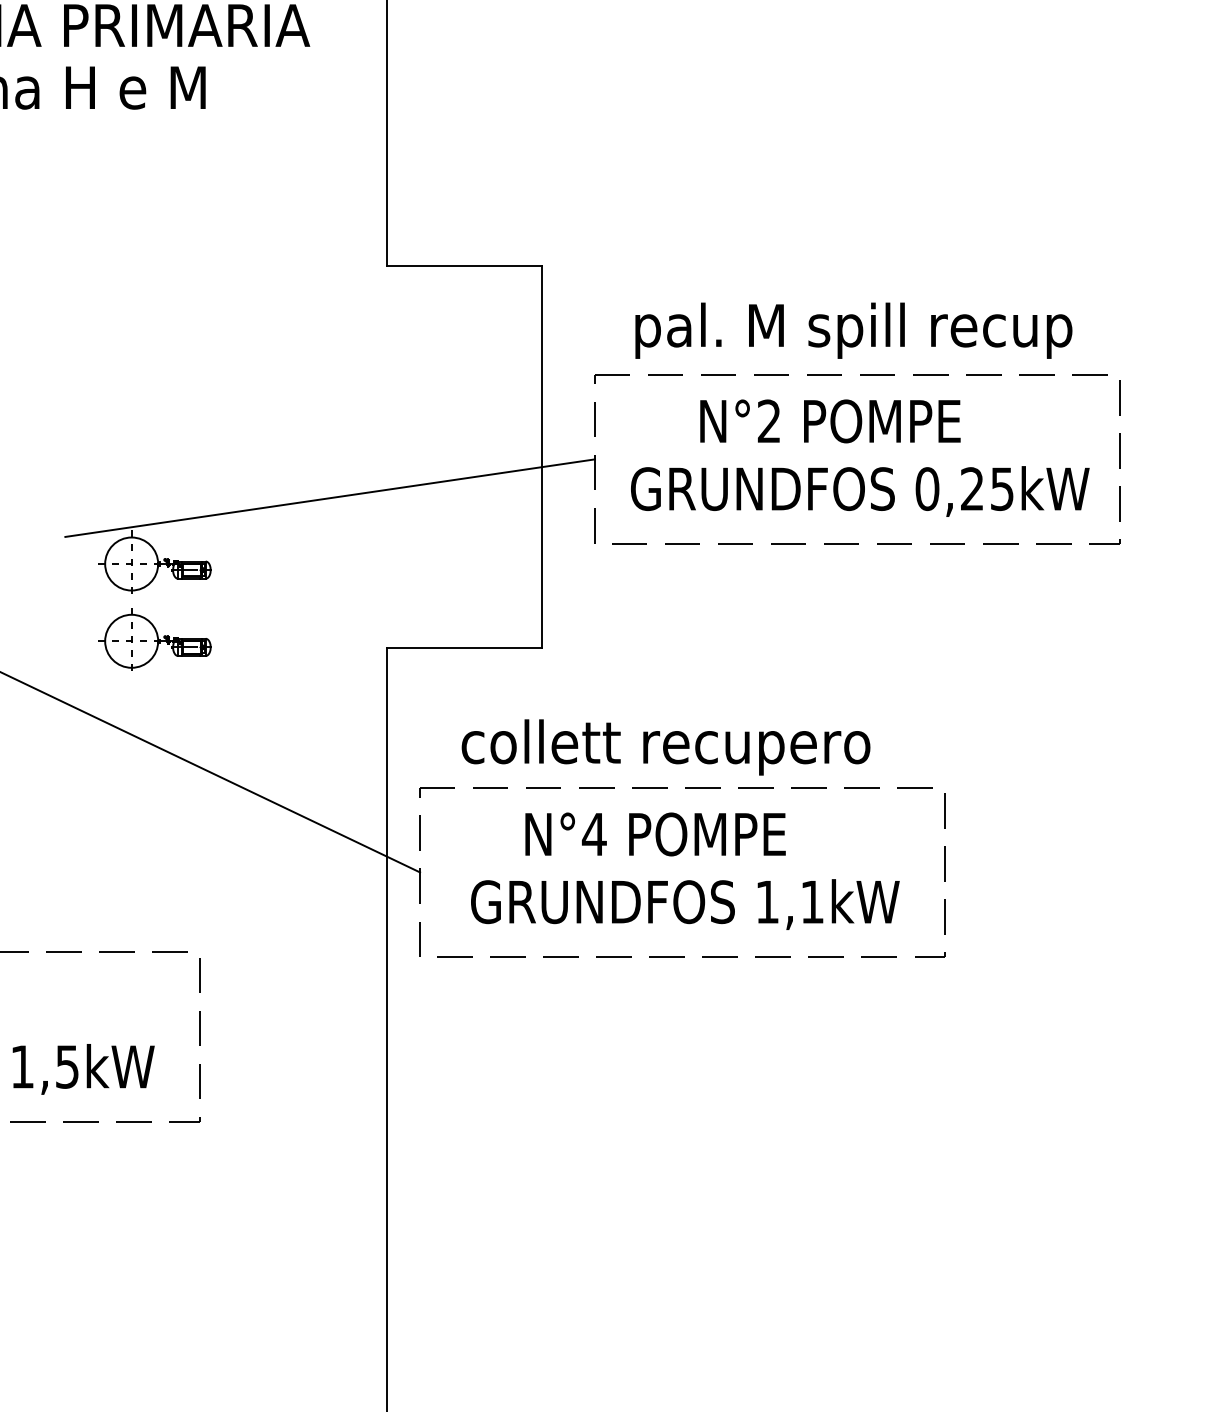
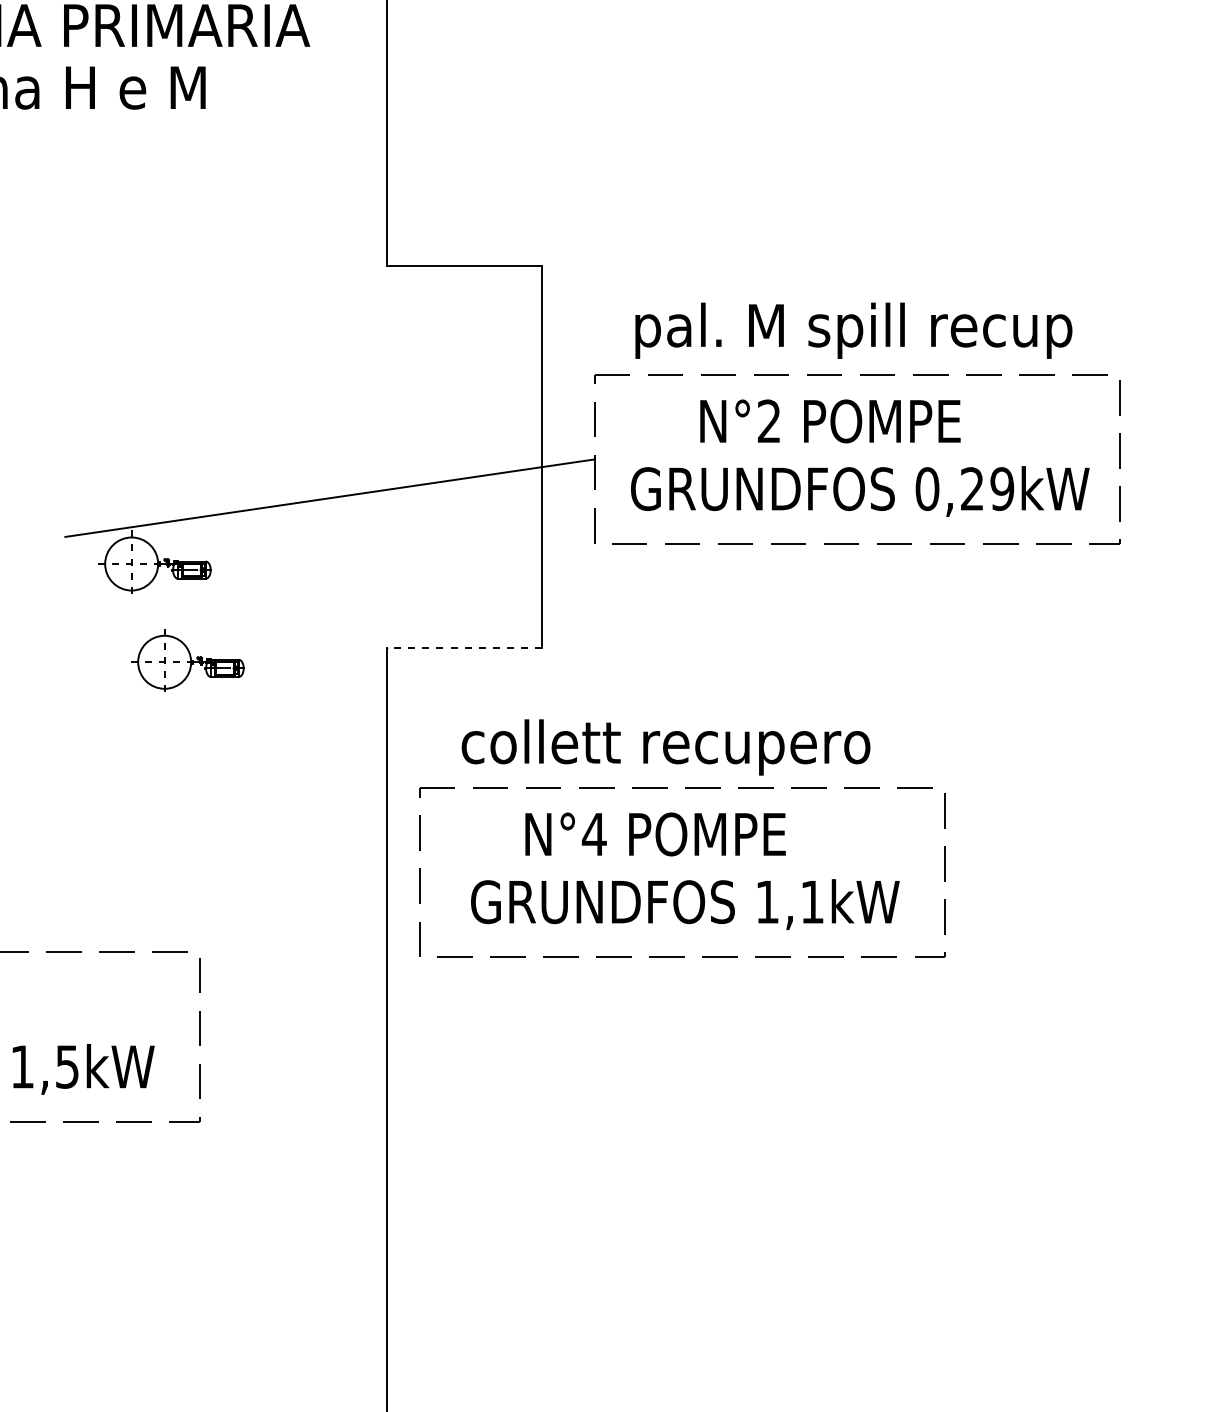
text at (1002, 488): 0,25kW -> 0,29kW
part at (154, 639) position: (154, 639) -> (187, 660)
line at (464, 647): solid -> dashed
line at (211, 772): present -> none
